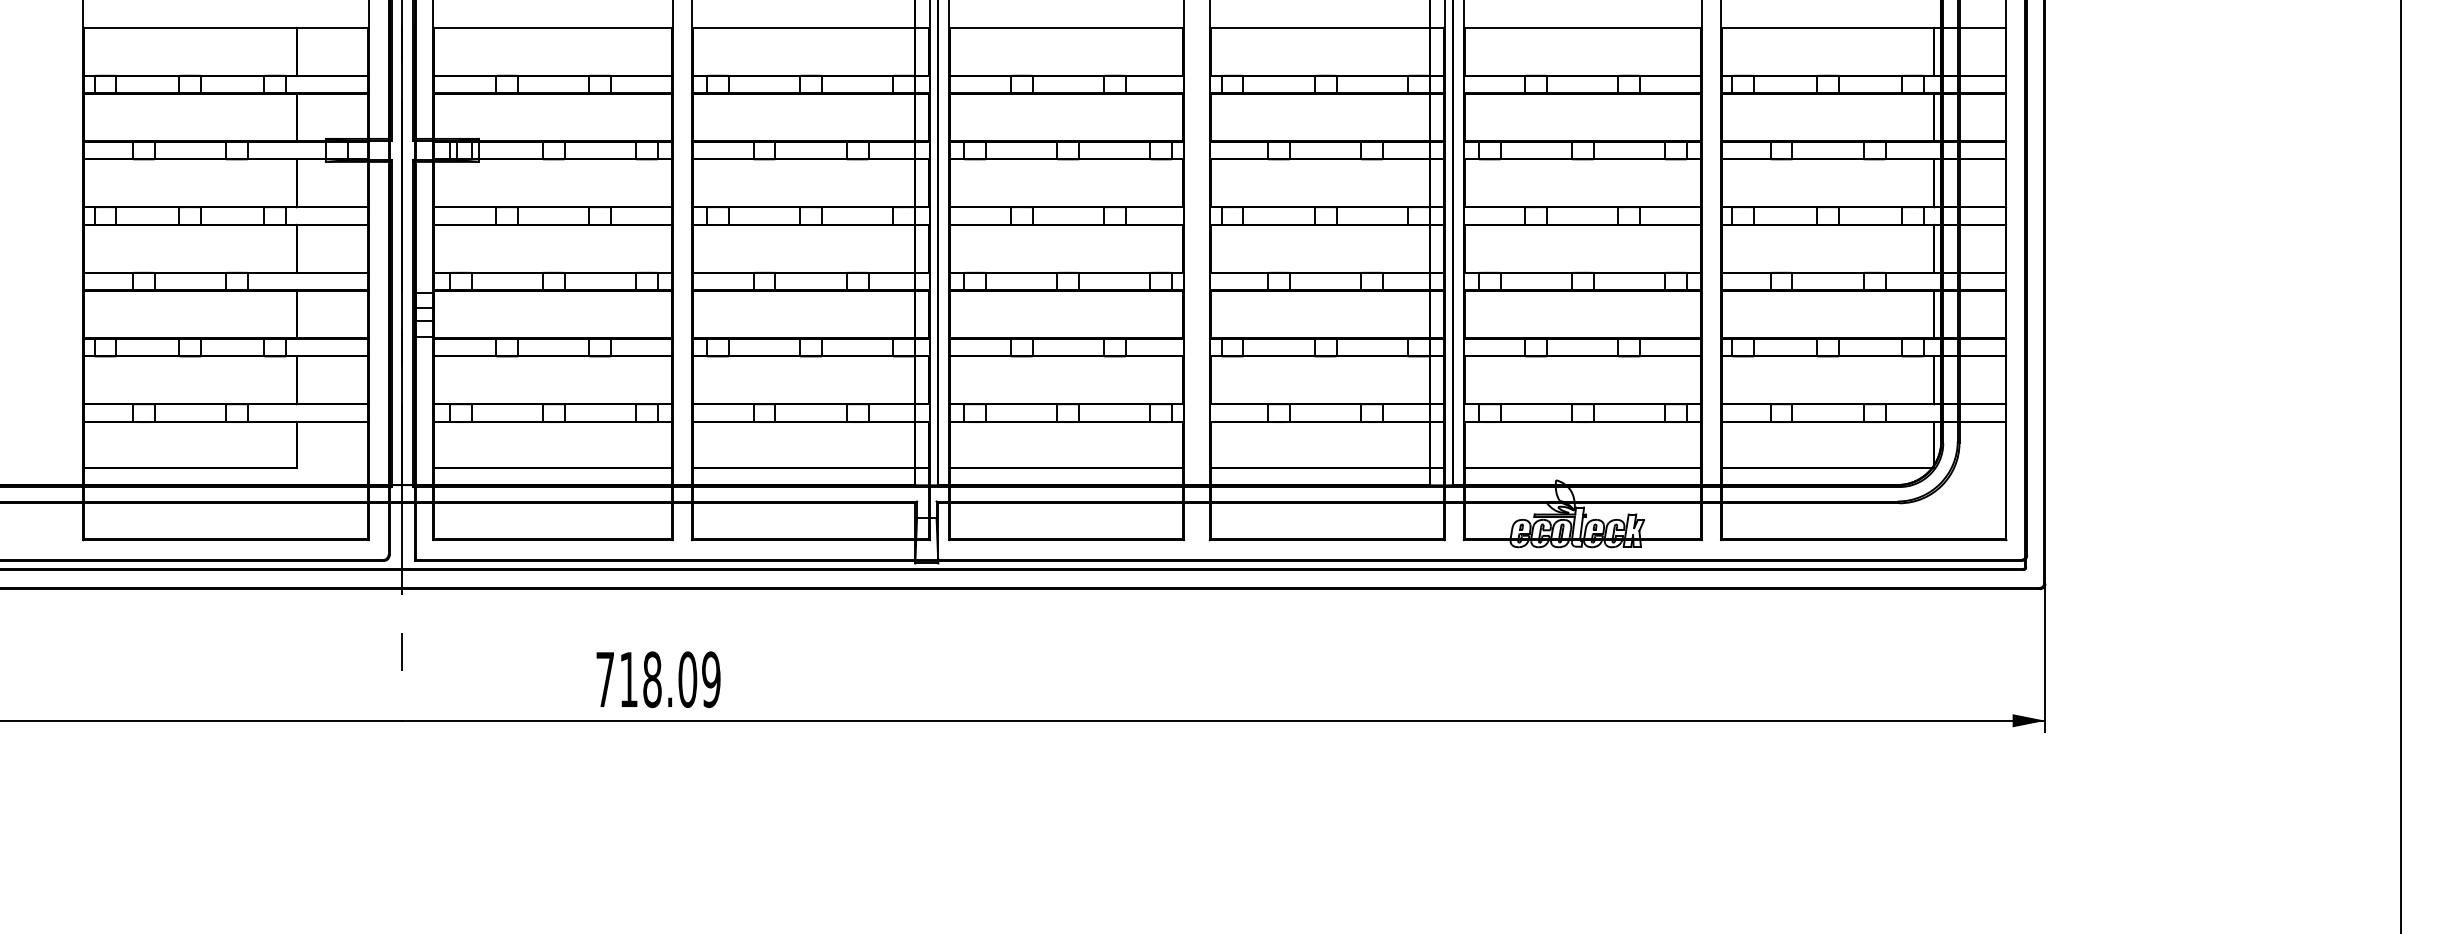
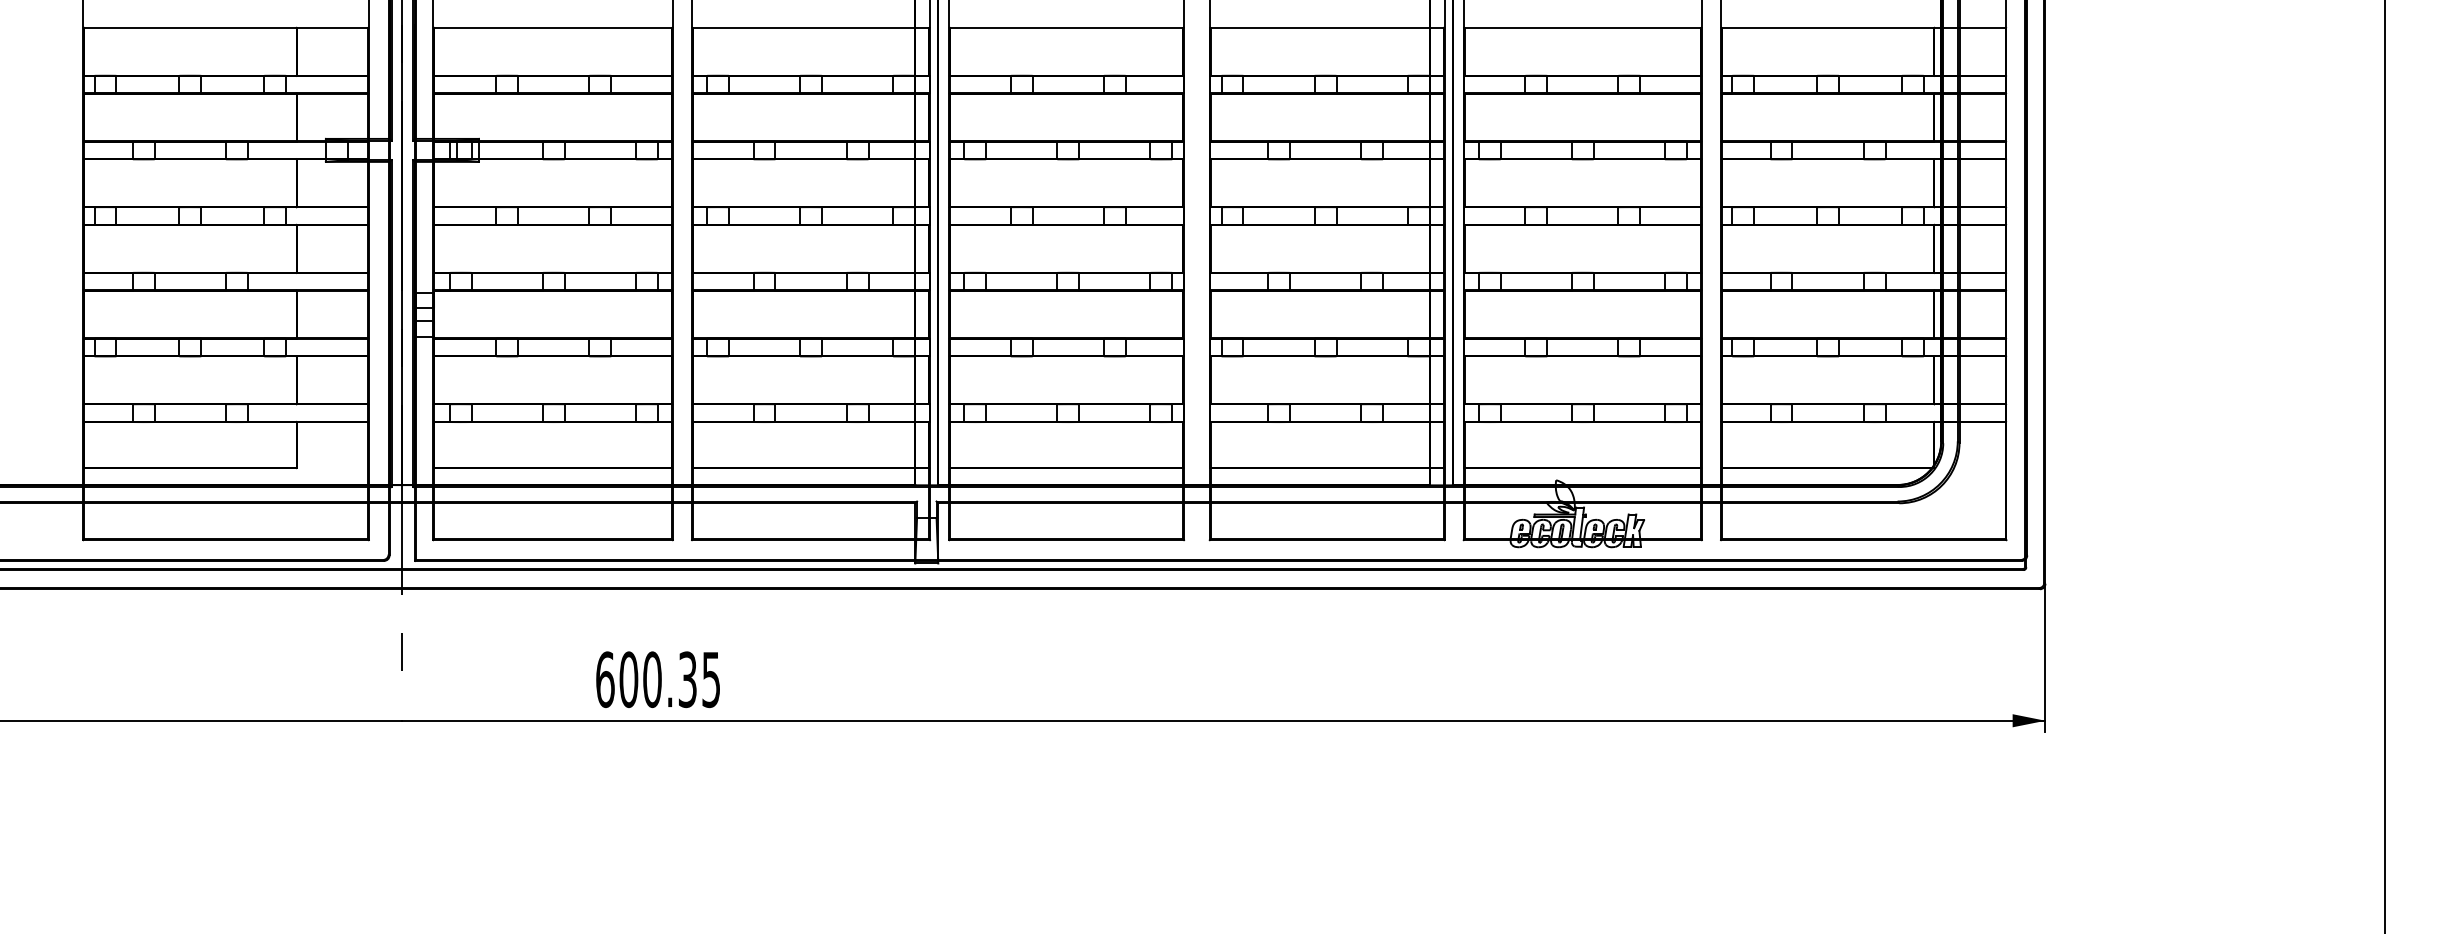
line at (2401, 466) position: (2401, 466) -> (2385, 466)
text at (658, 679): 718.09 -> 600.35
